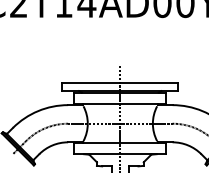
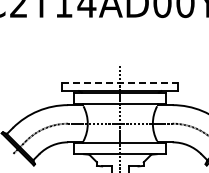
line at (120, 82): solid -> dashed
